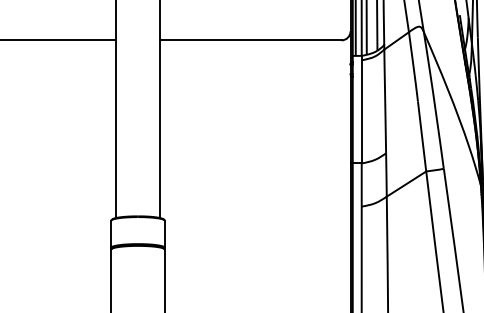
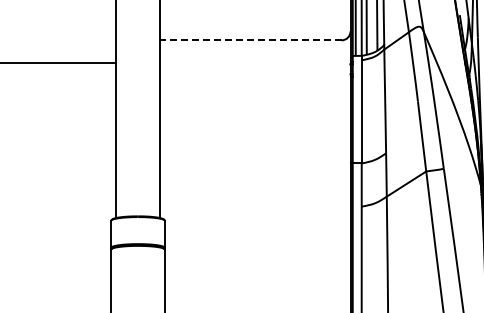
line at (58, 40) position: (58, 40) -> (58, 63)
line at (251, 40): solid -> dashed
